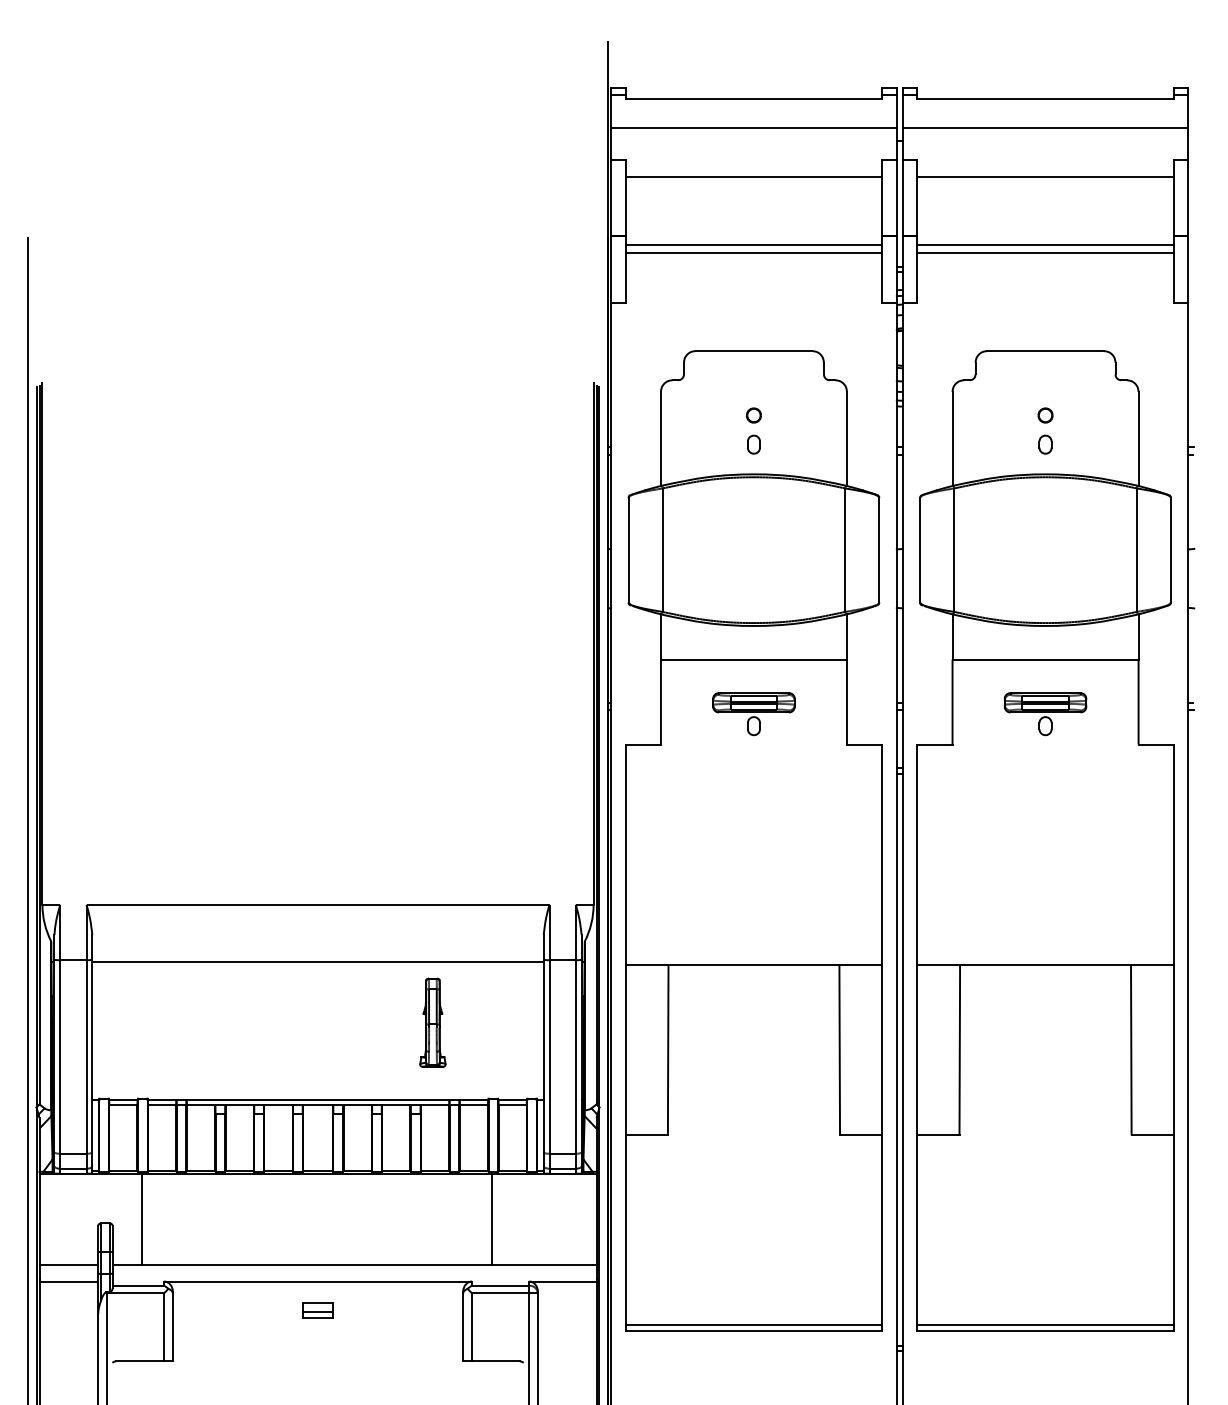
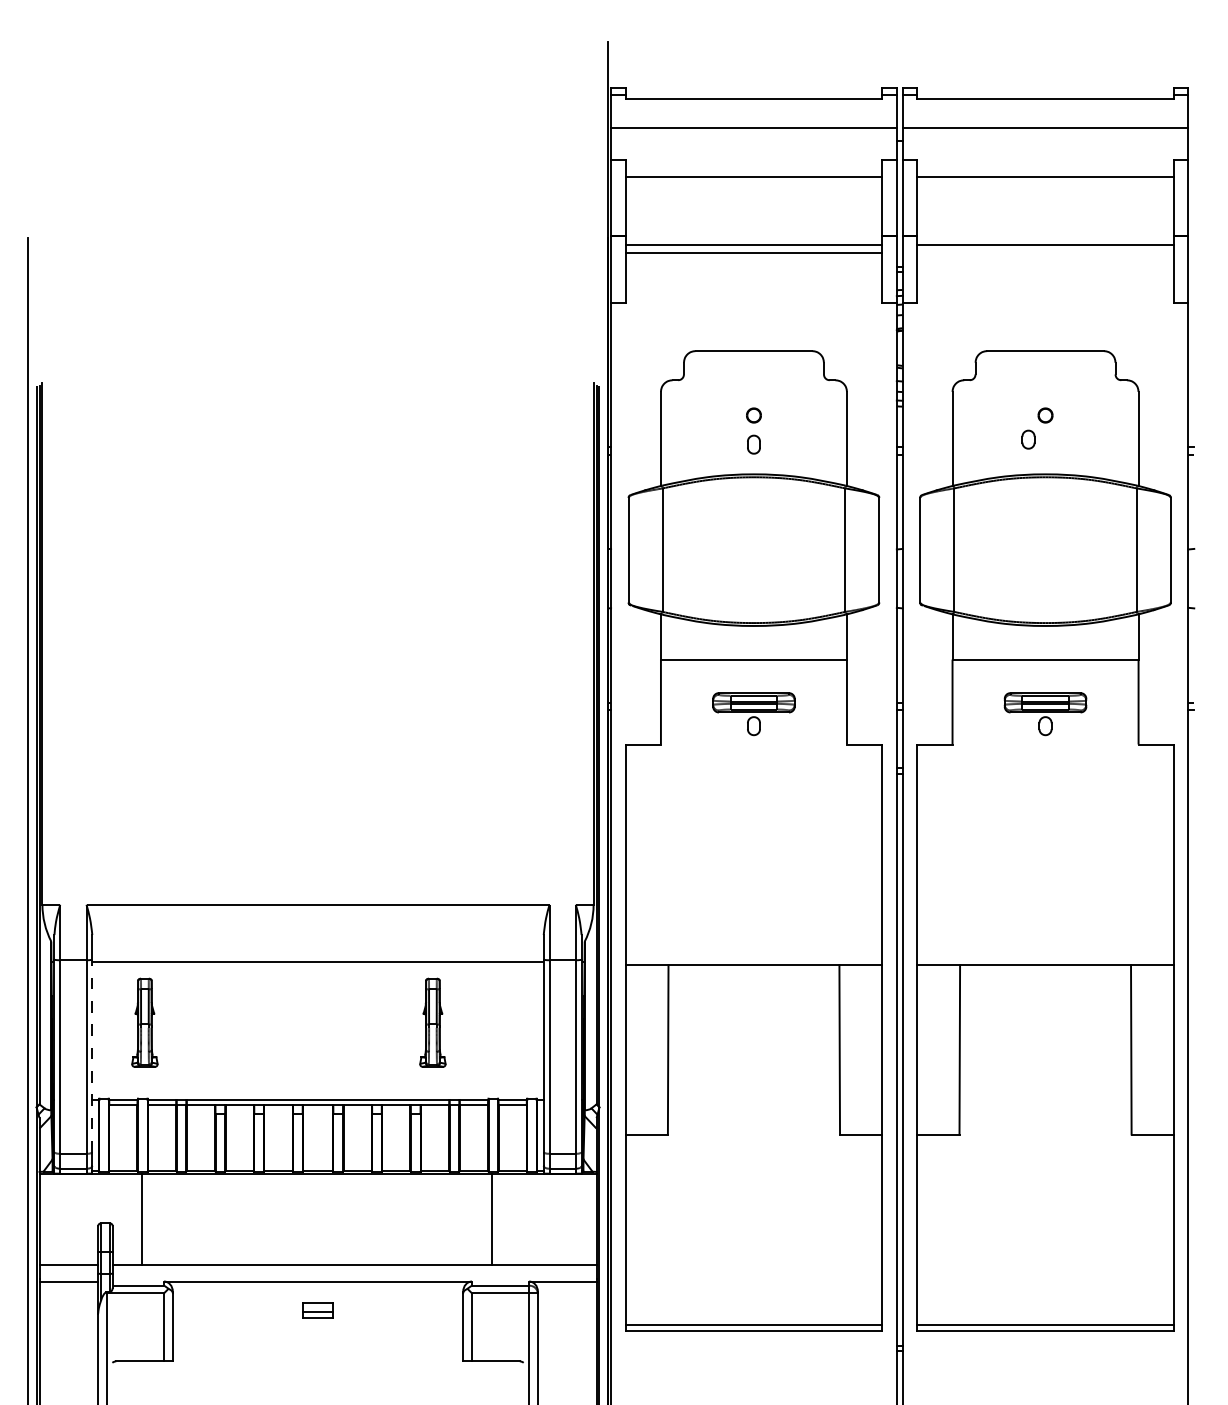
line at (1045, 252): present -> none
part at (1045, 444) position: (1045, 444) -> (1028, 439)
part at (144, 1022): none -> present
line at (92, 1055): solid -> dashed
